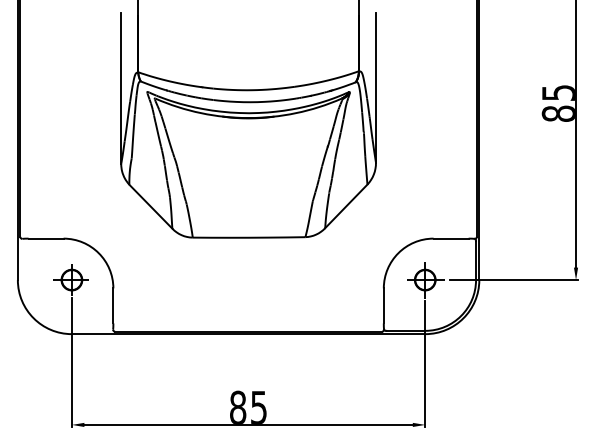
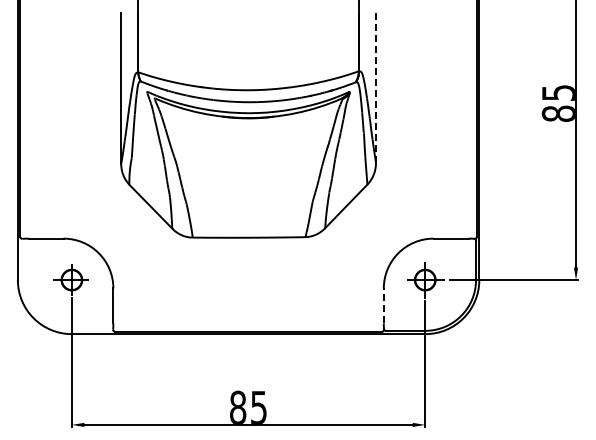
line at (375, 87): solid -> dashed
line at (383, 305): solid -> dashed
